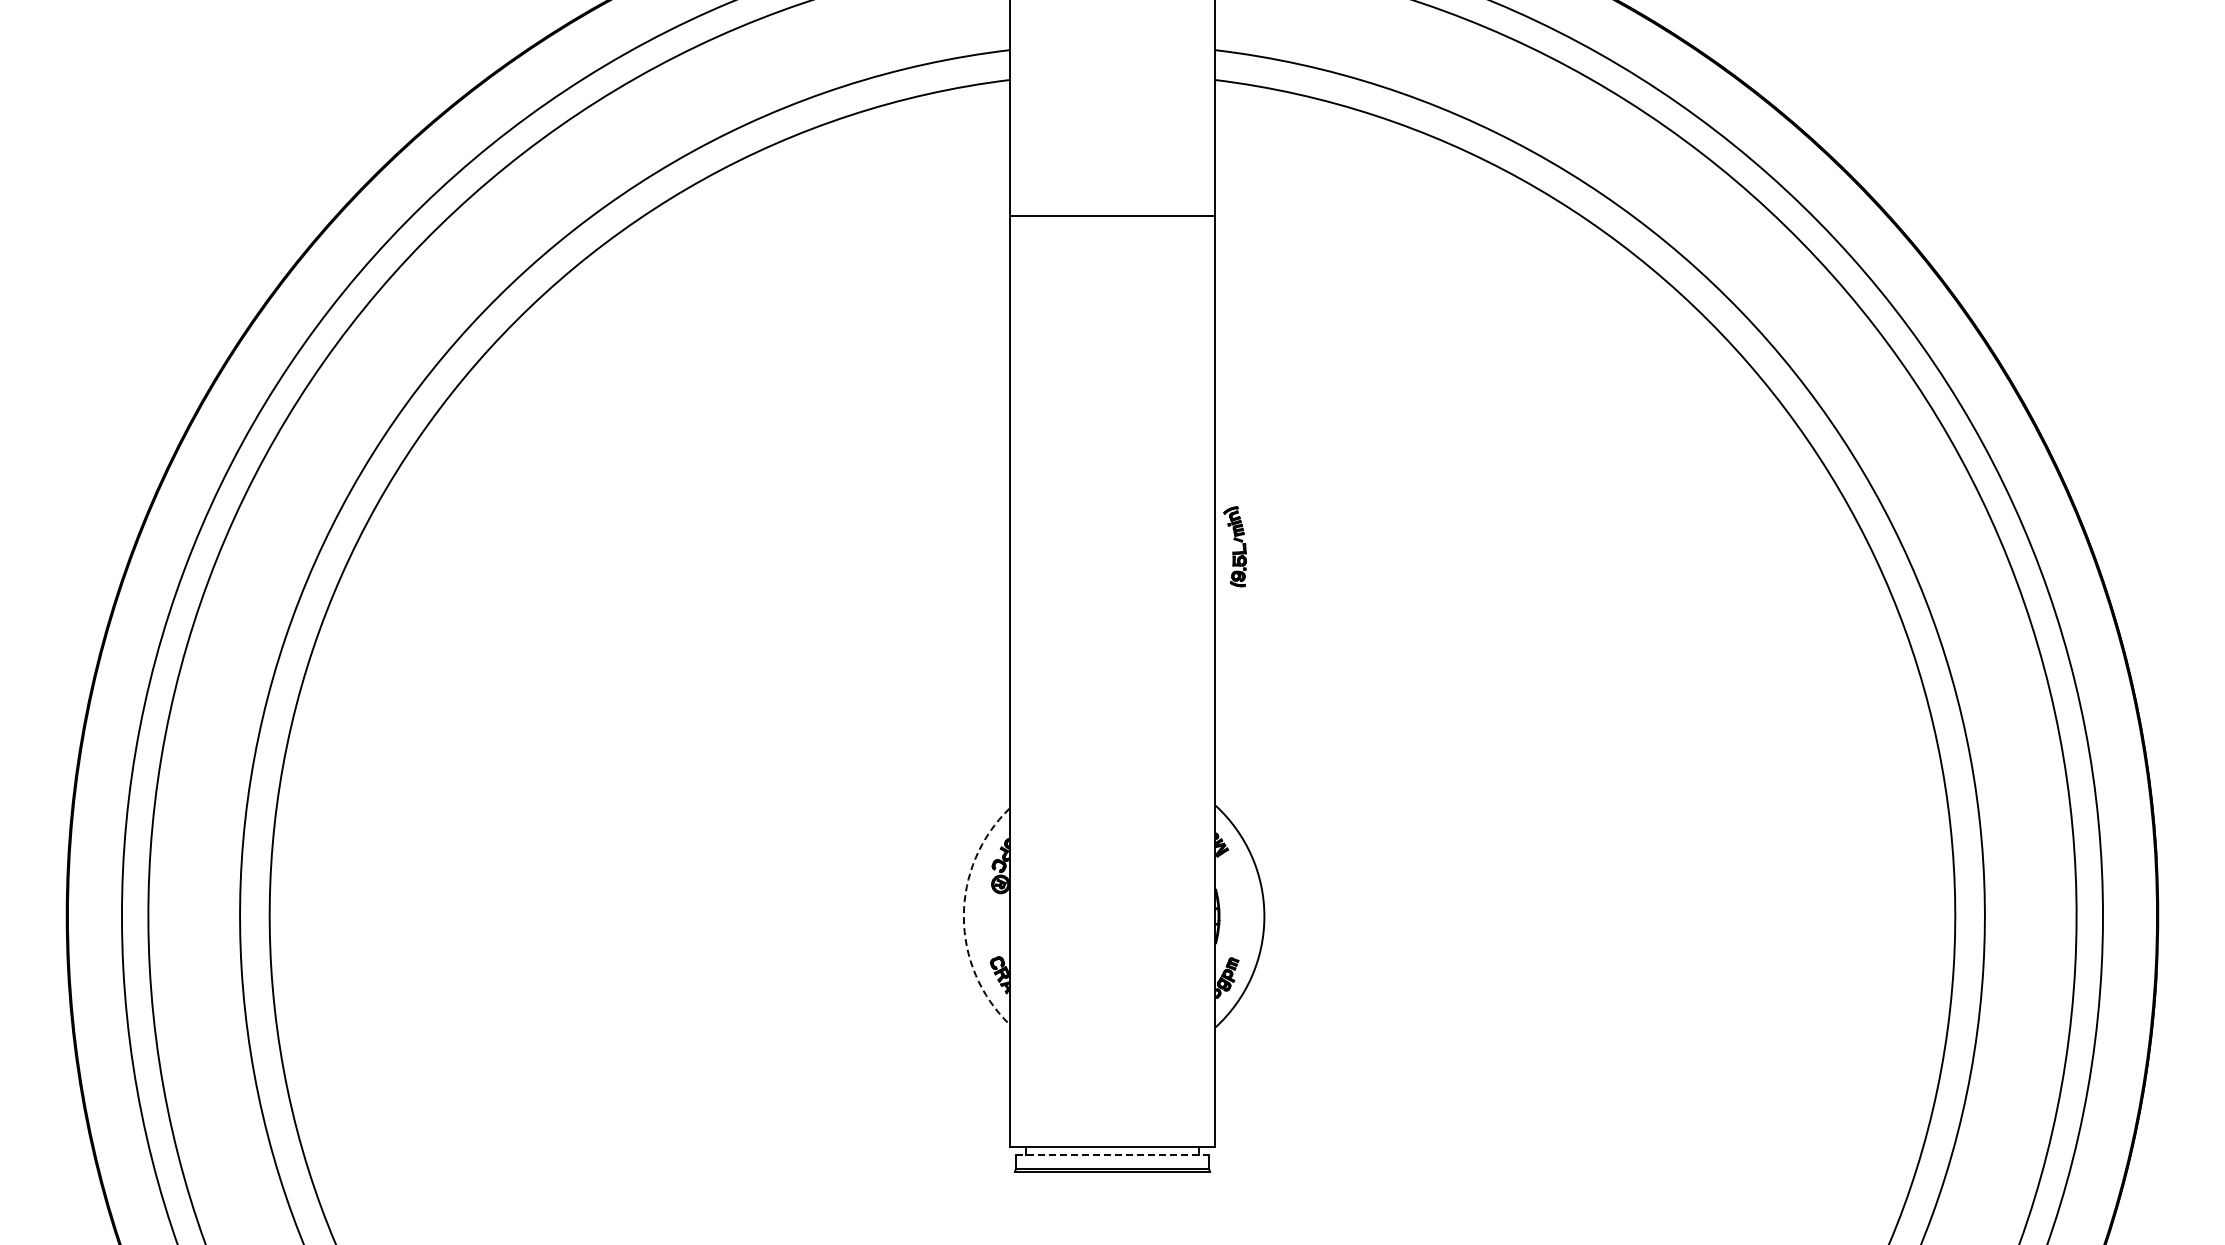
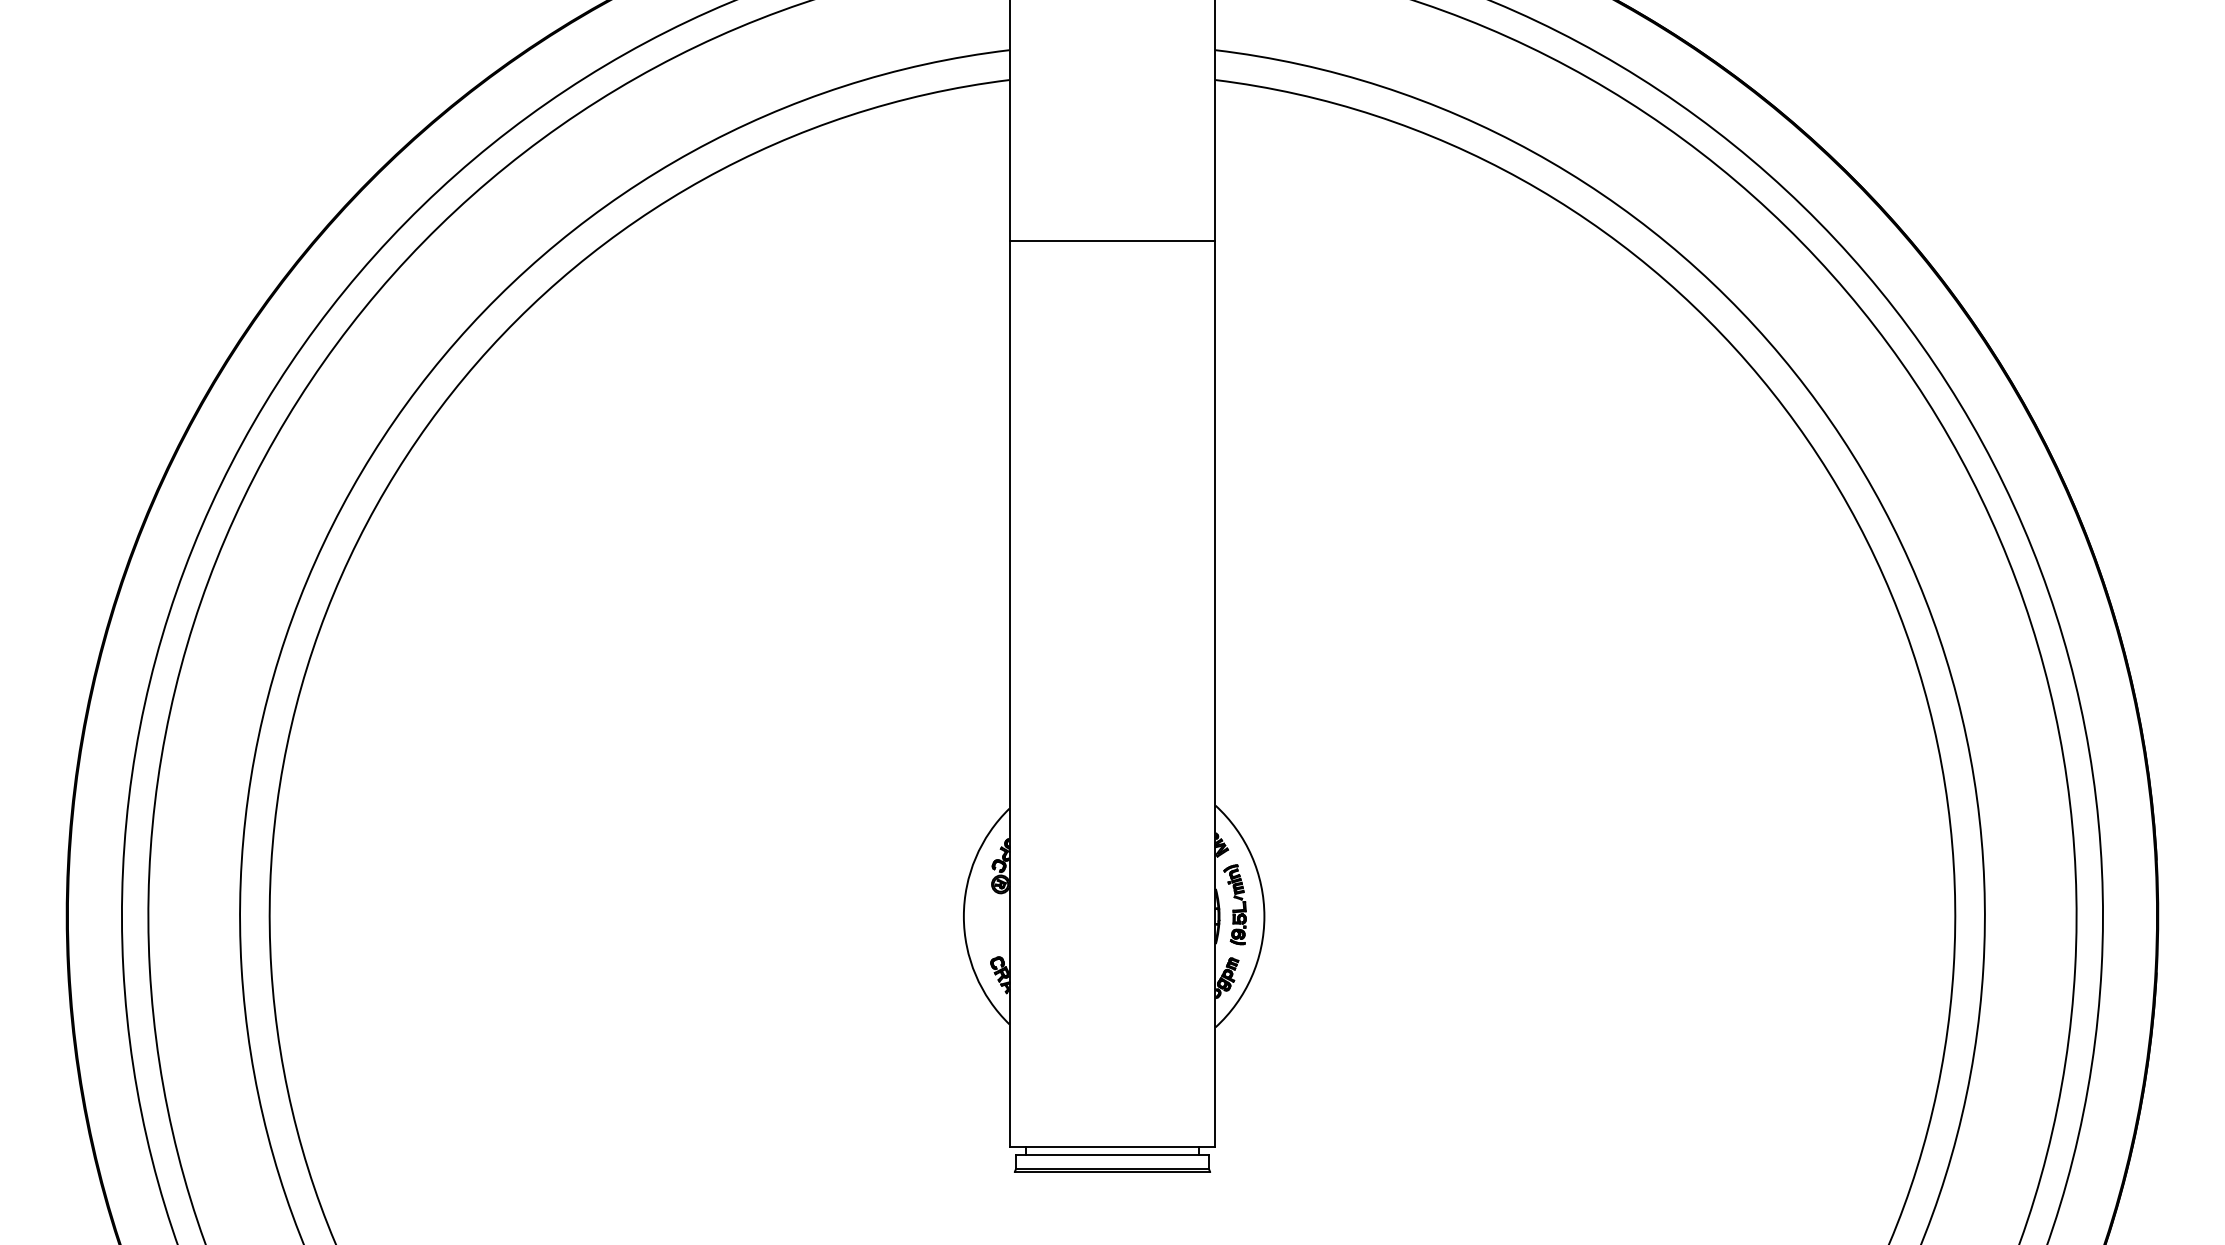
line at (1112, 216) position: (1112, 216) -> (1112, 241)
part at (1234, 546) position: (1234, 546) -> (1234, 904)
arc at (963, 916): dashed -> solid
line at (1112, 1155): dashed -> solid
